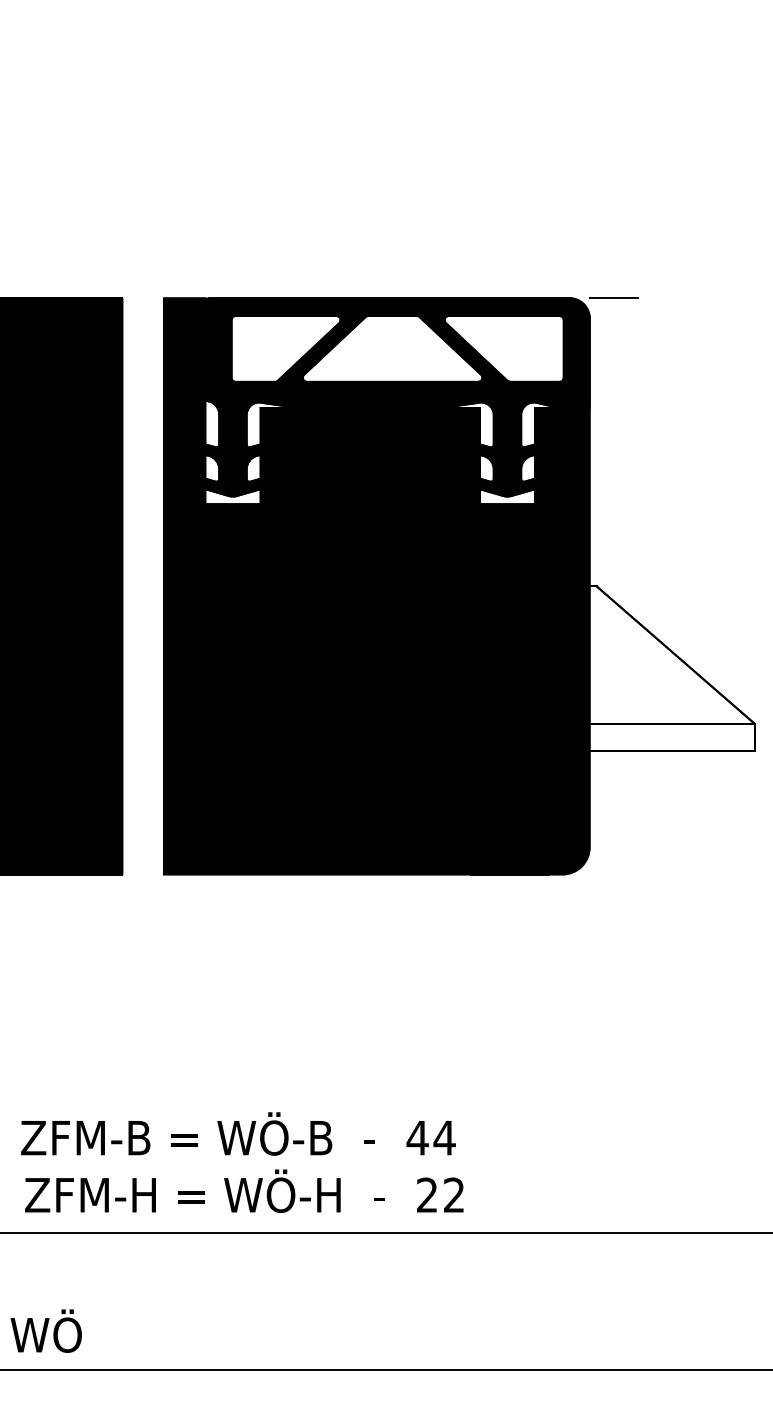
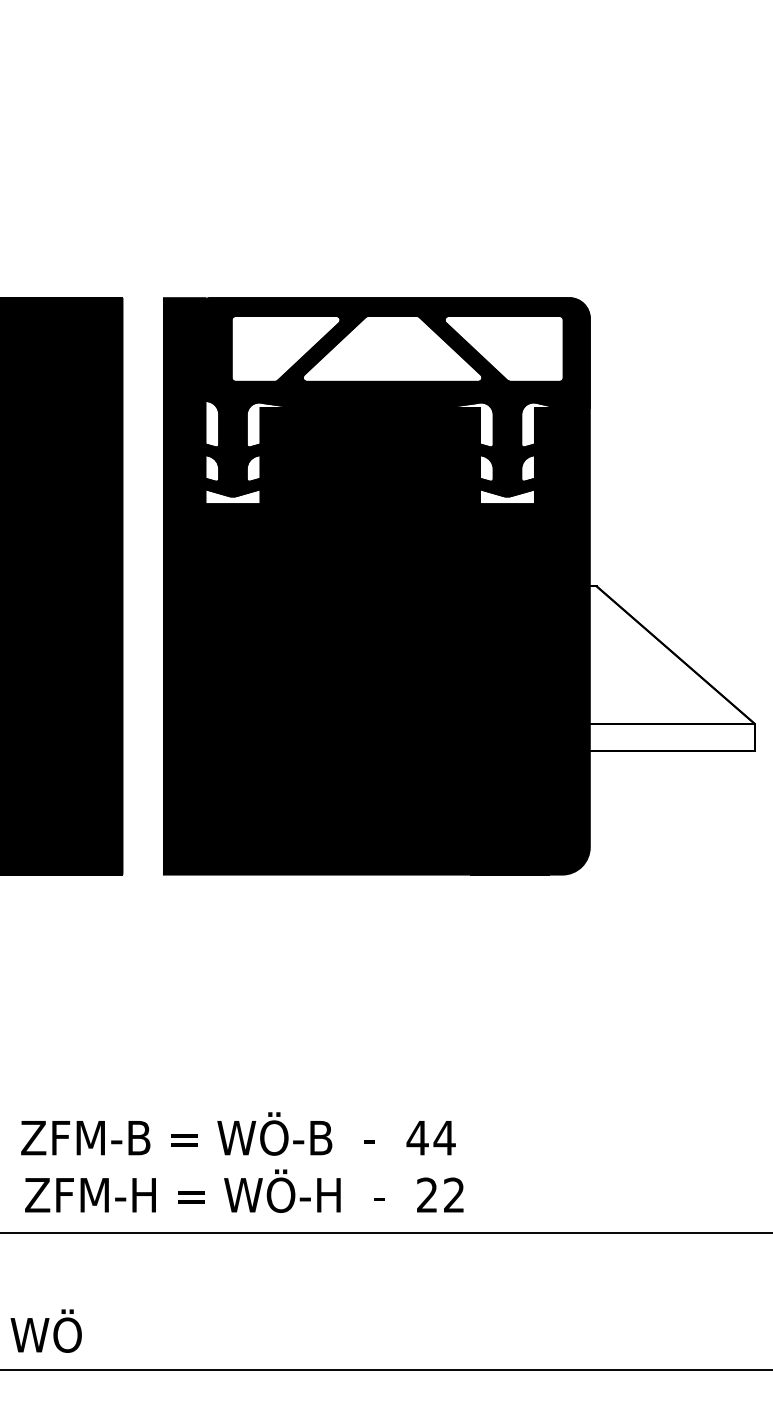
line at (613, 298): present -> none
